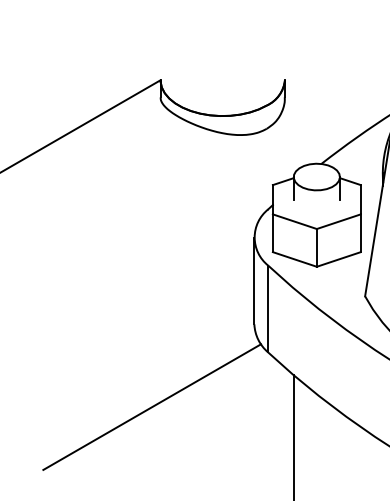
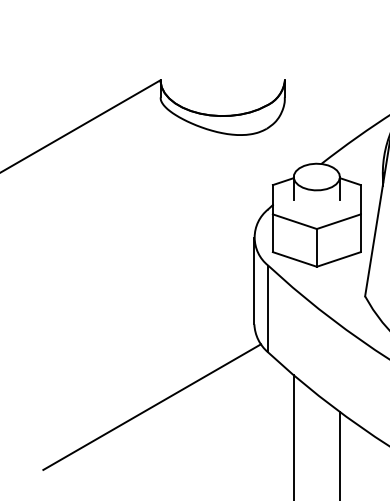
line at (339, 454): none -> present
